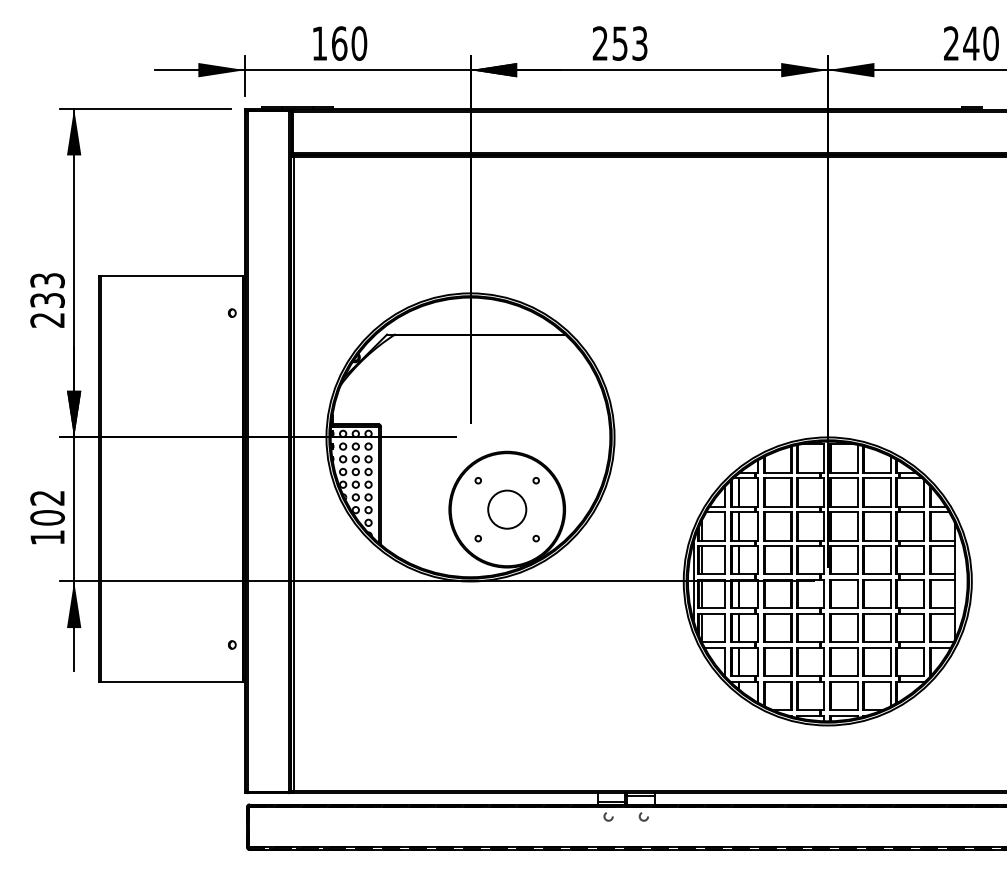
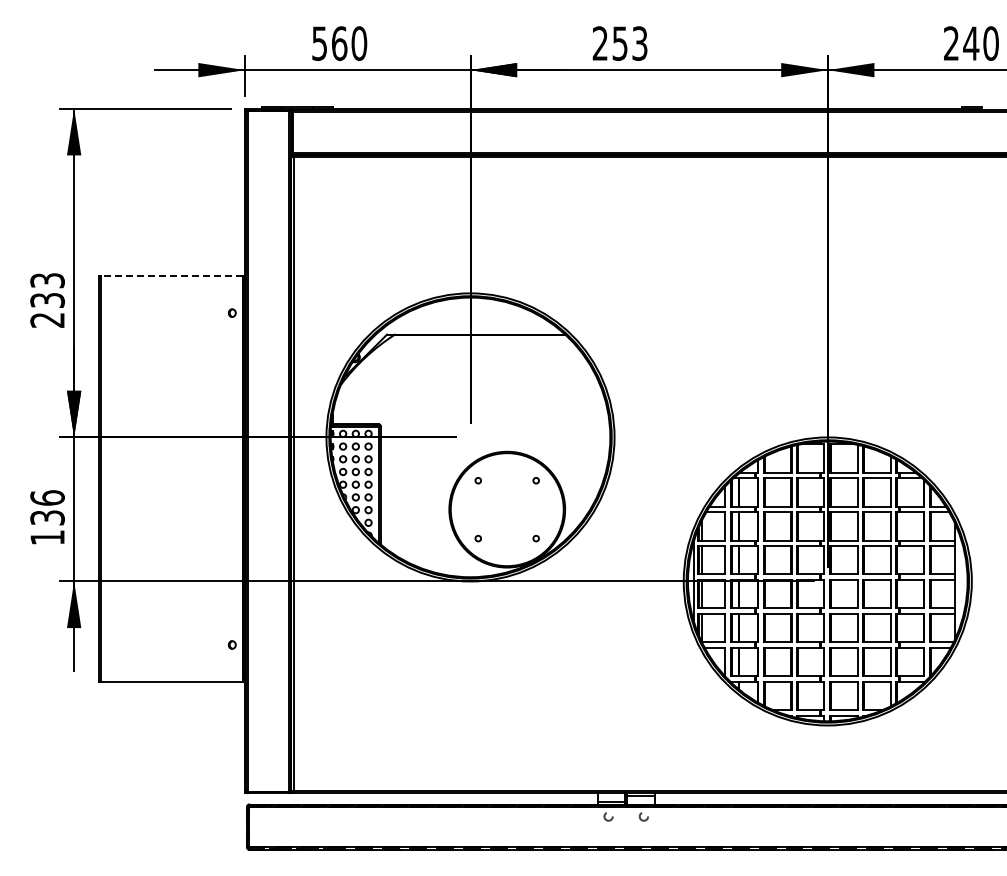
text at (319, 43): 160 -> 560
line at (171, 276): solid -> dashed
text at (47, 507): 102 -> 136
circle at (507, 509): present -> none
